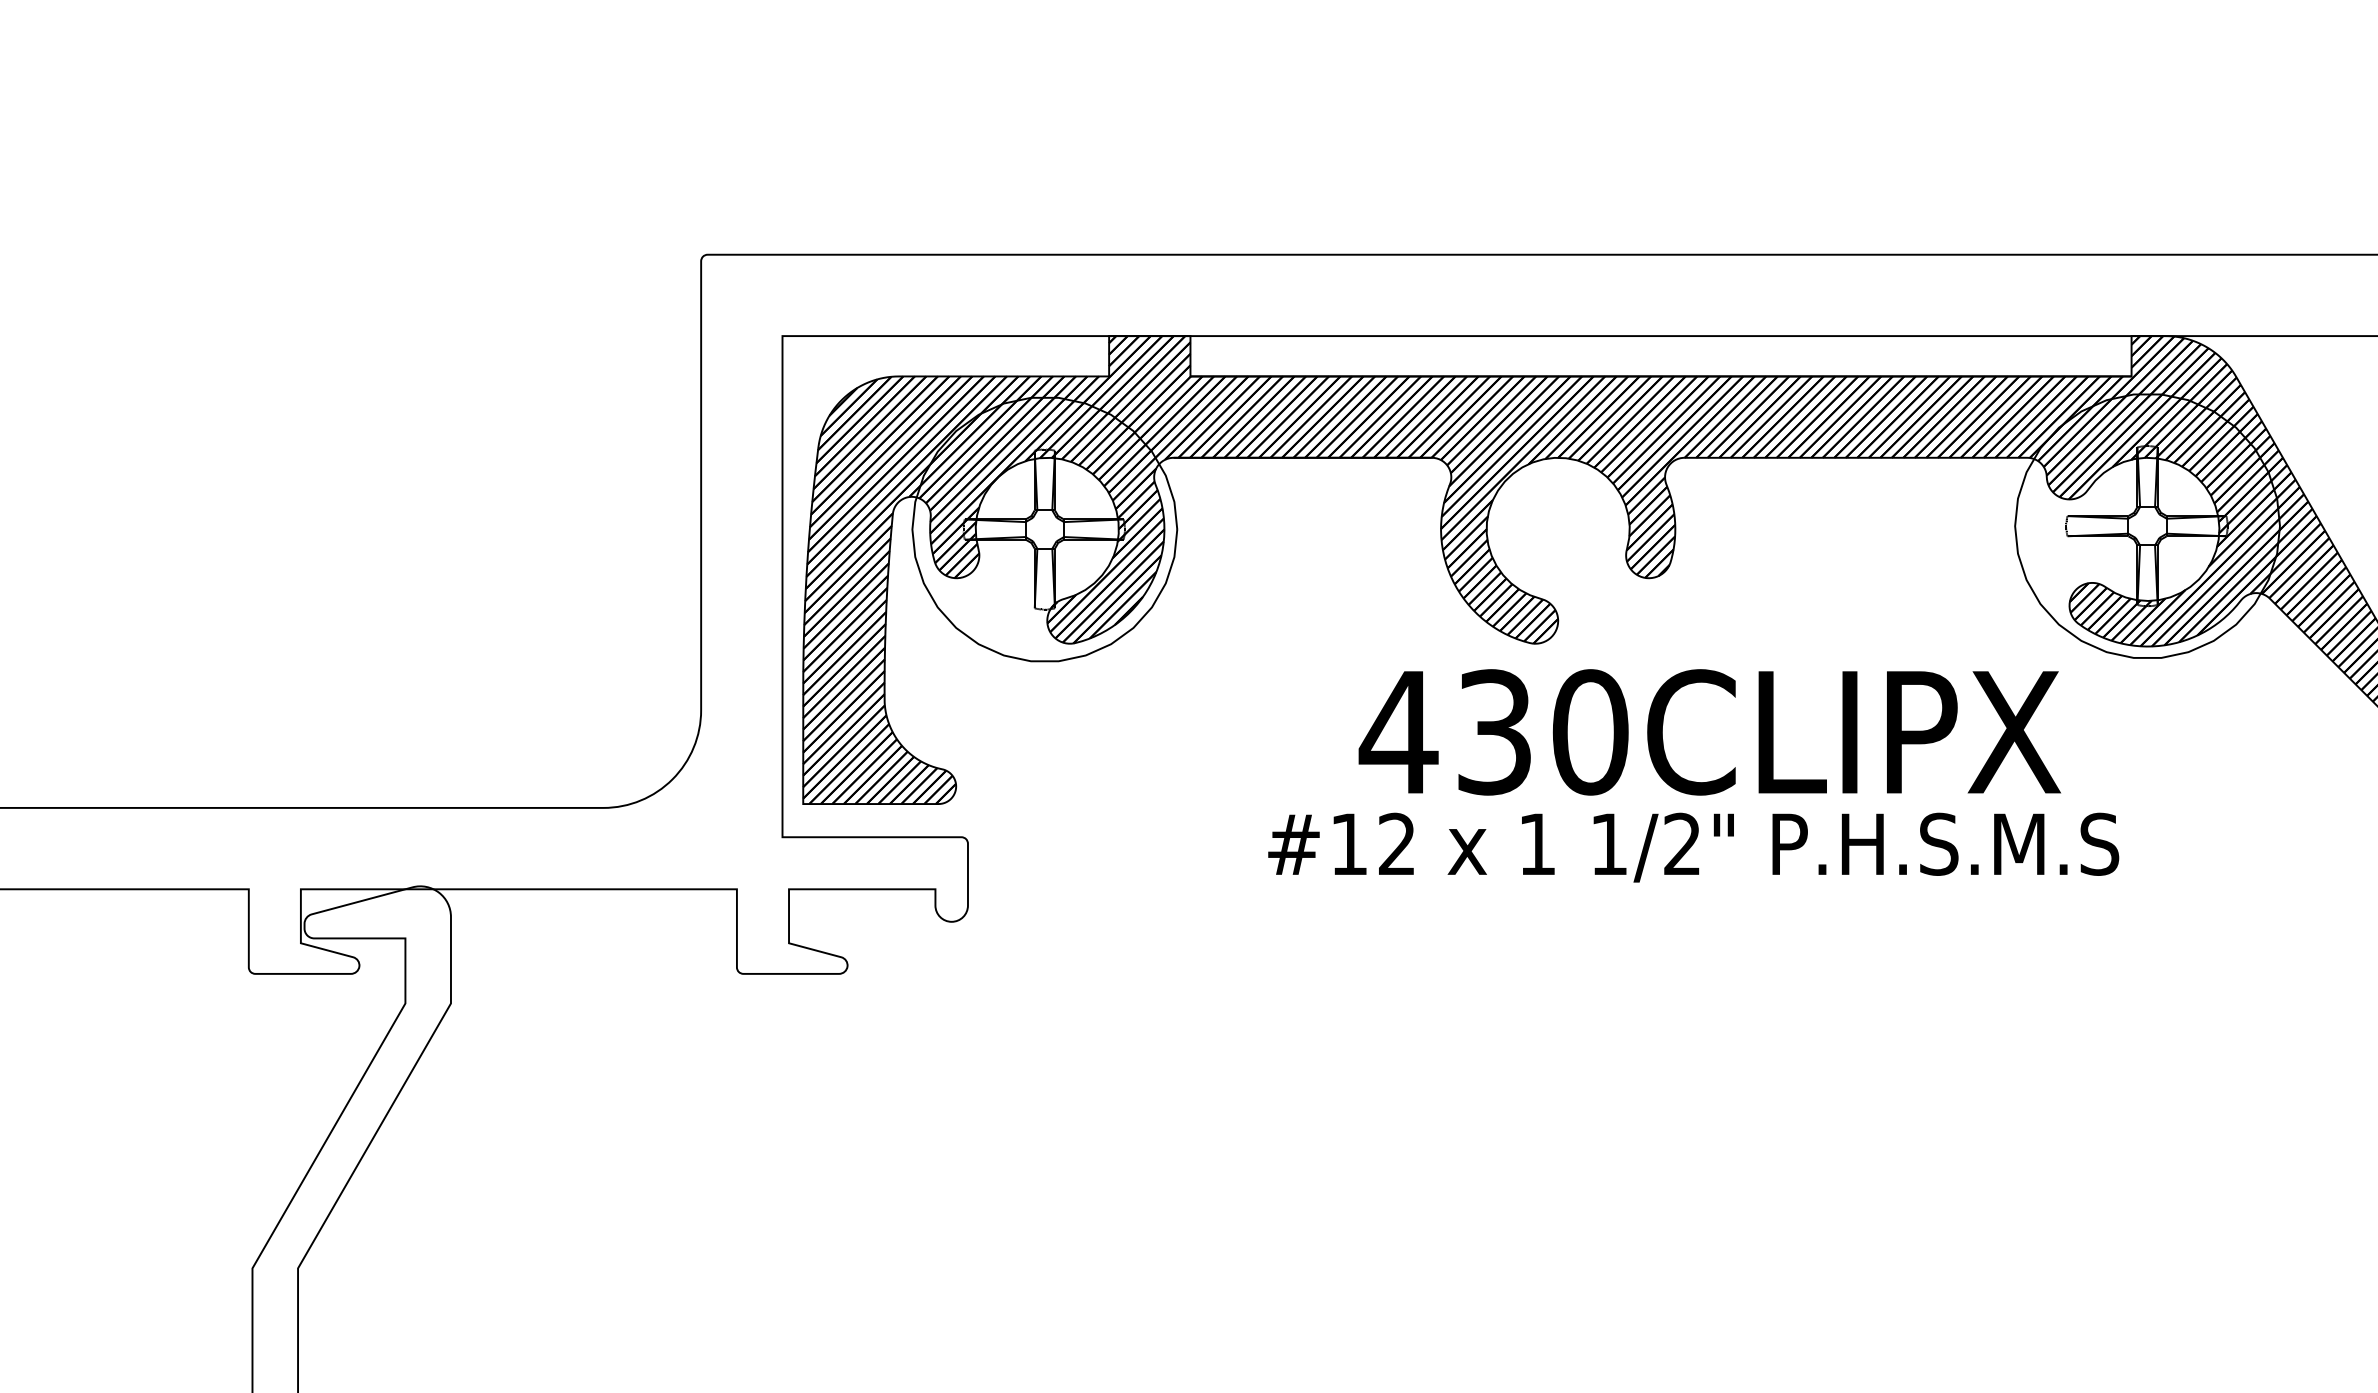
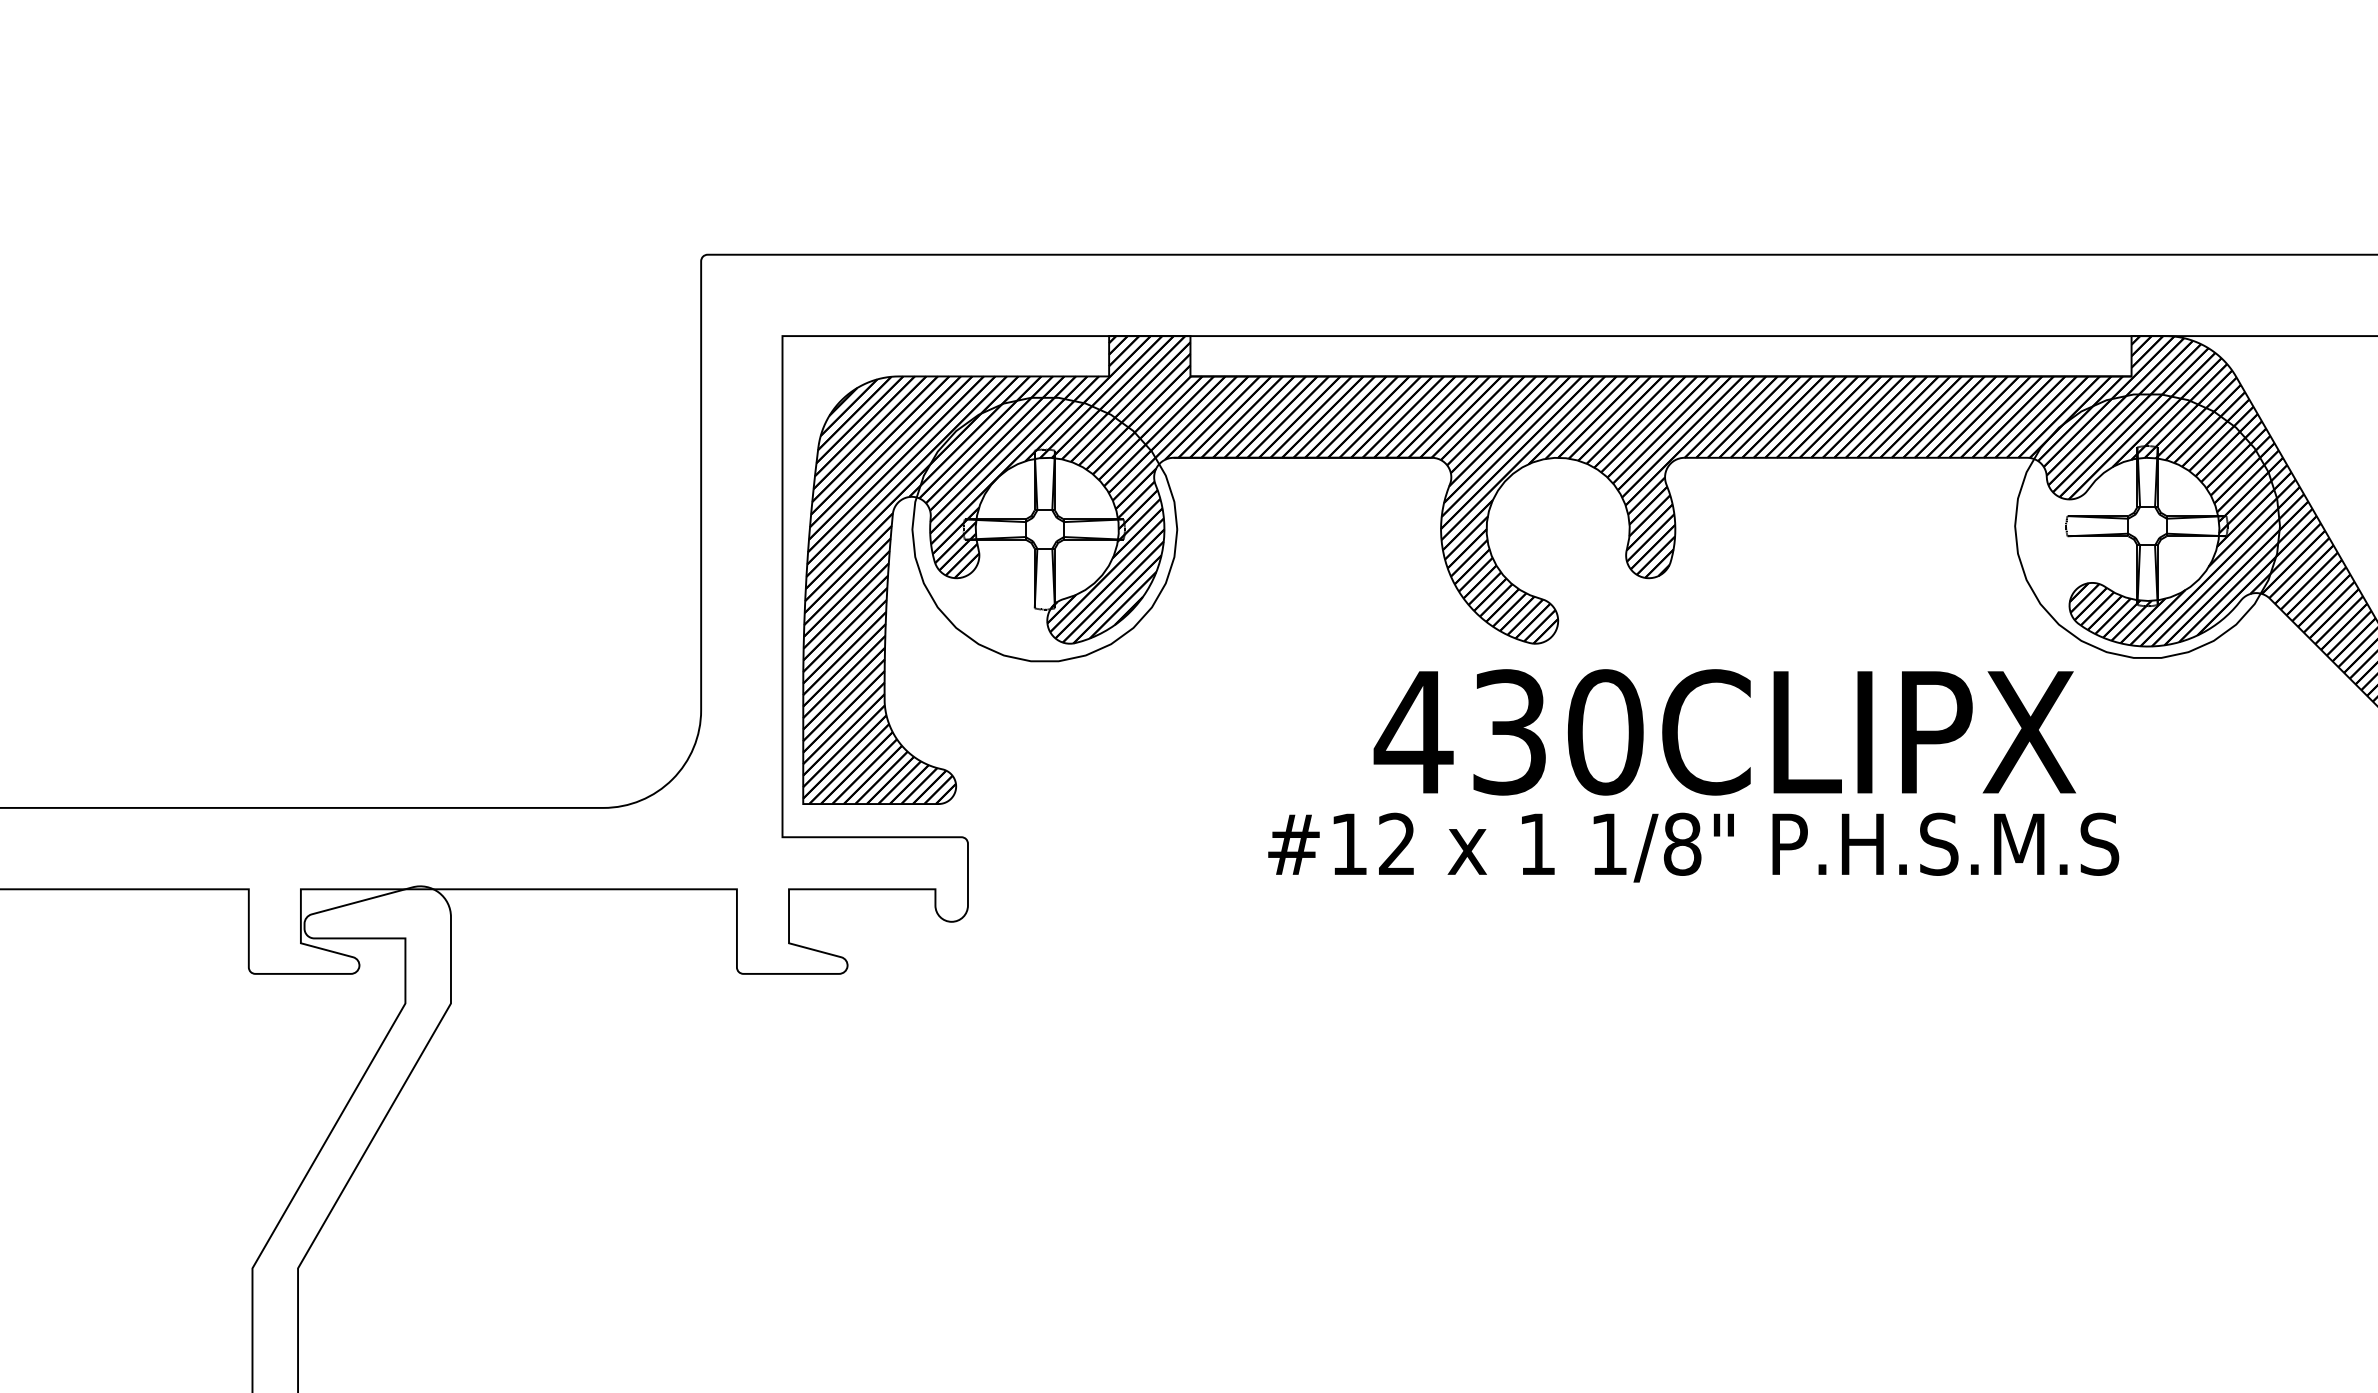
text at (1709, 732) position: (1709, 732) -> (1724, 732)
text at (1682, 843): 1/2" -> 1/8"
